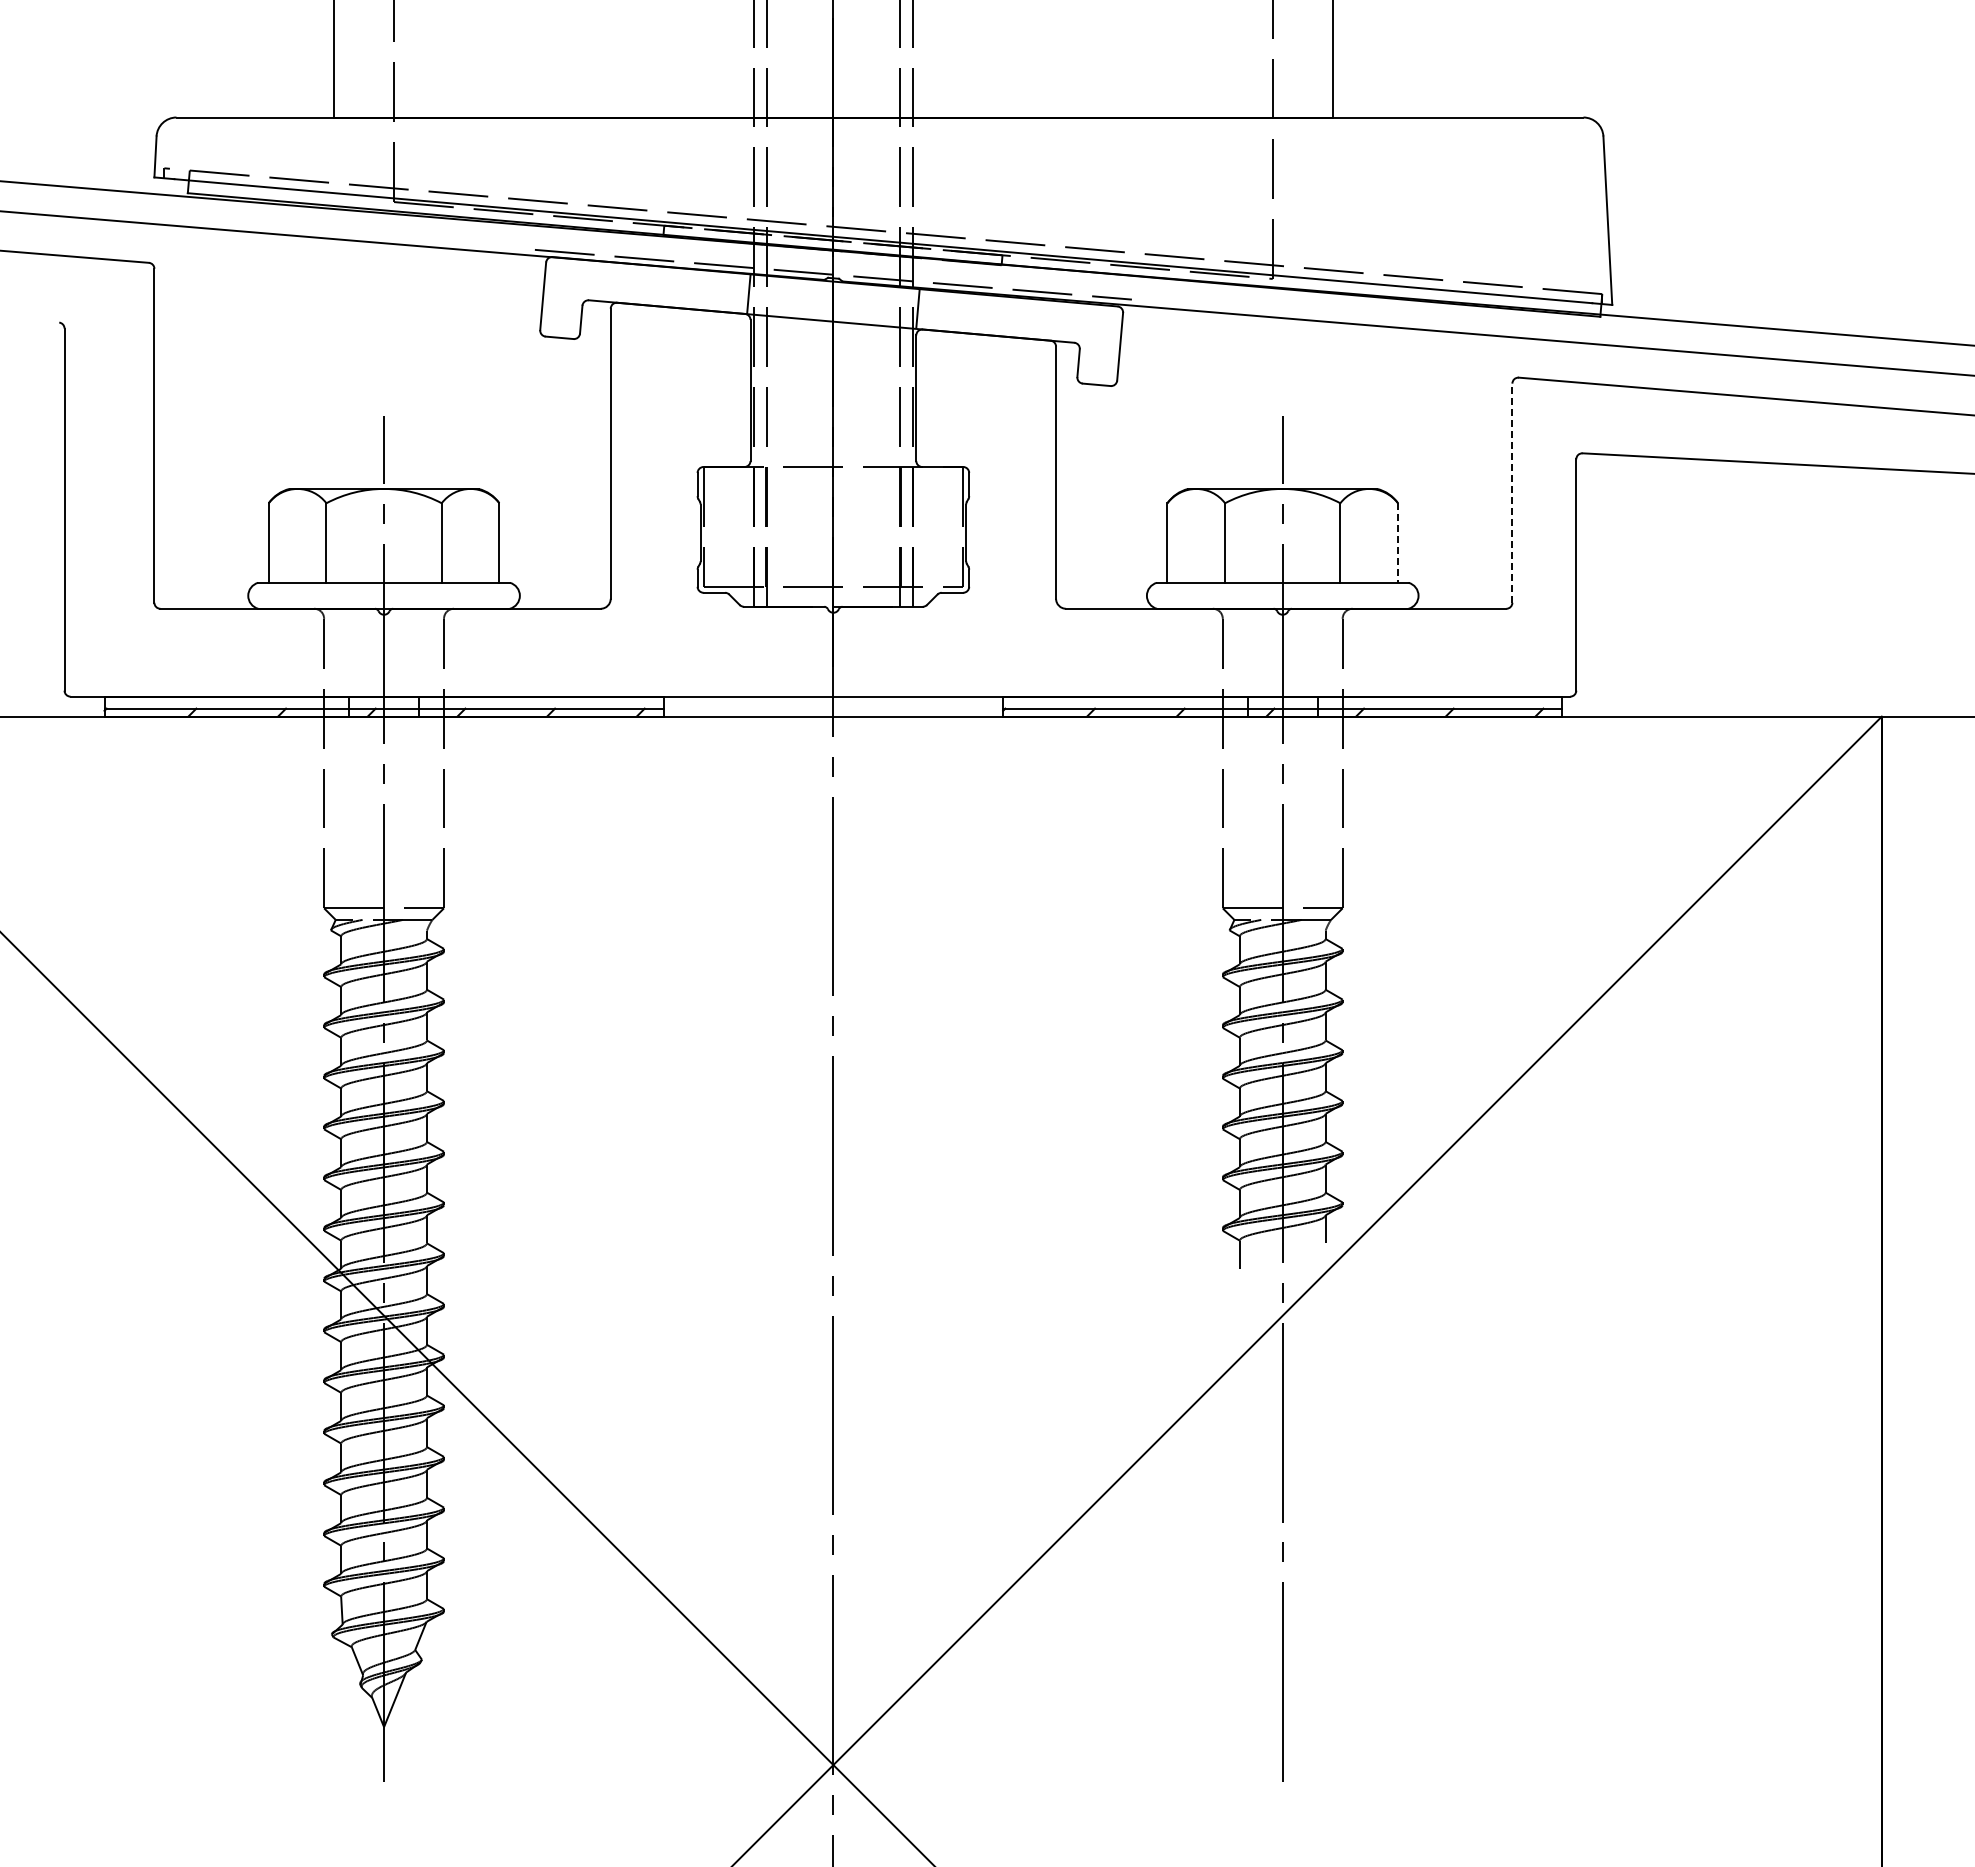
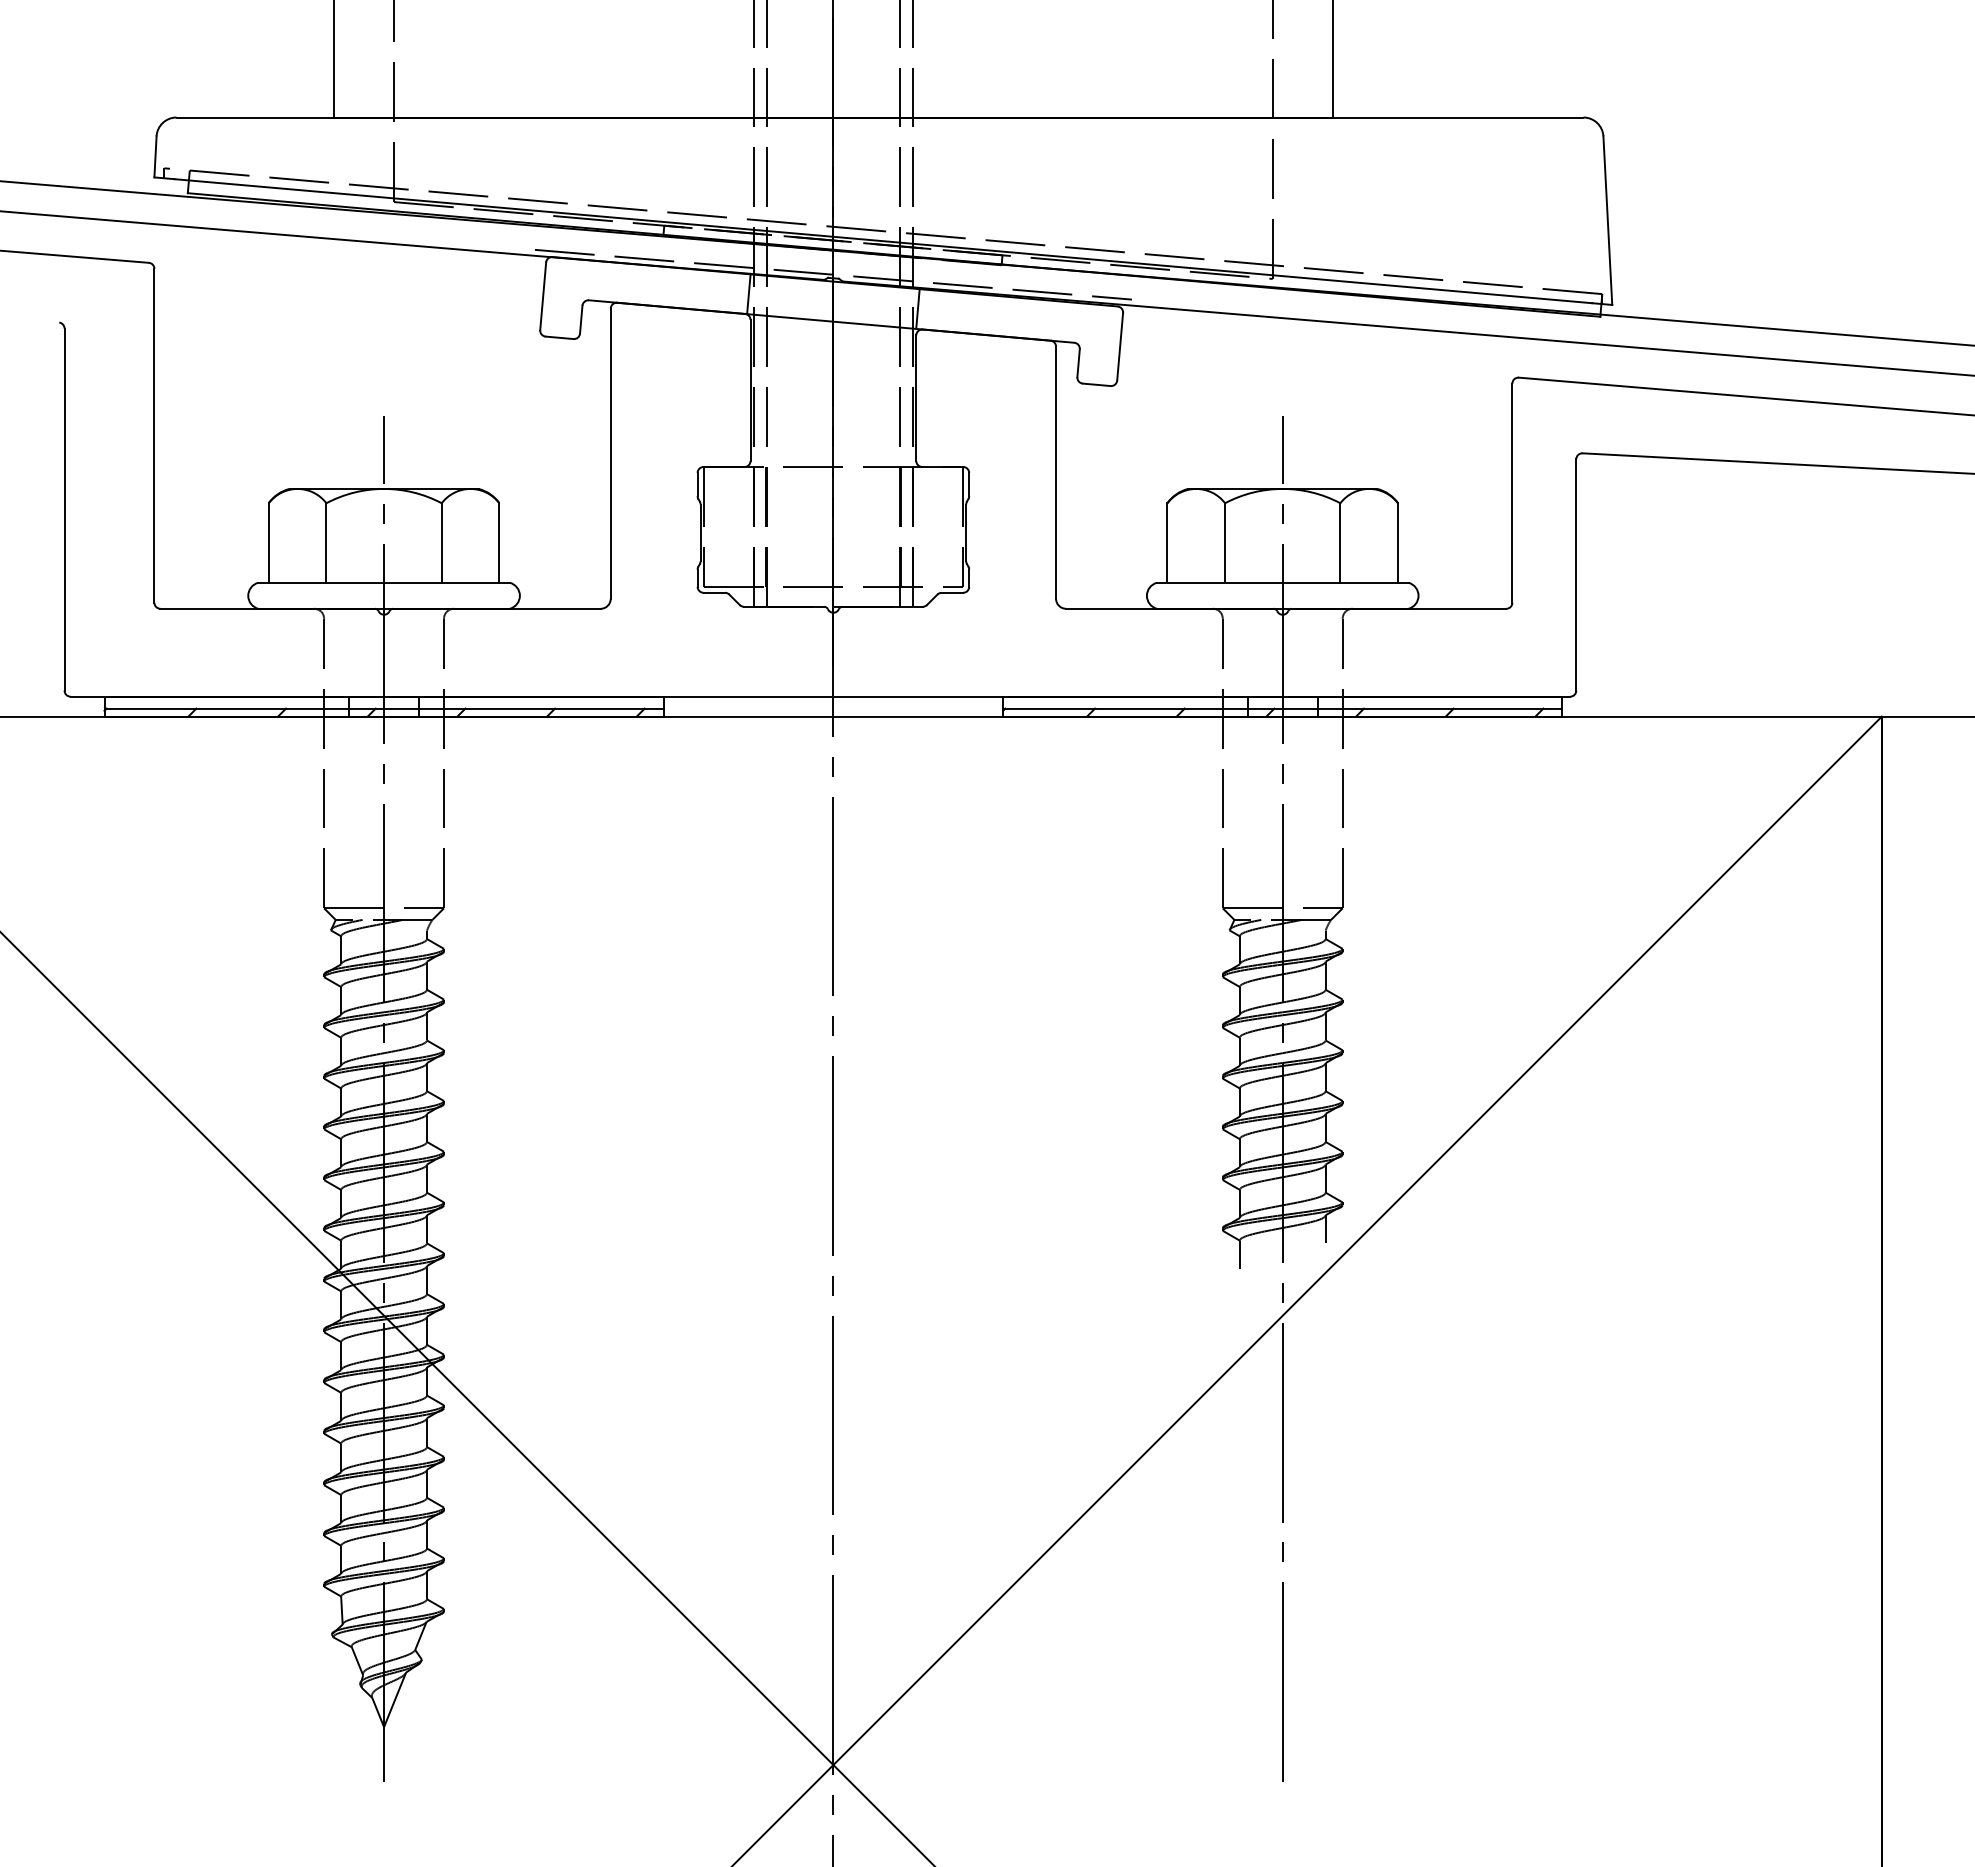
line at (1512, 493): dashed -> solid
line at (1398, 543): dashed -> solid
